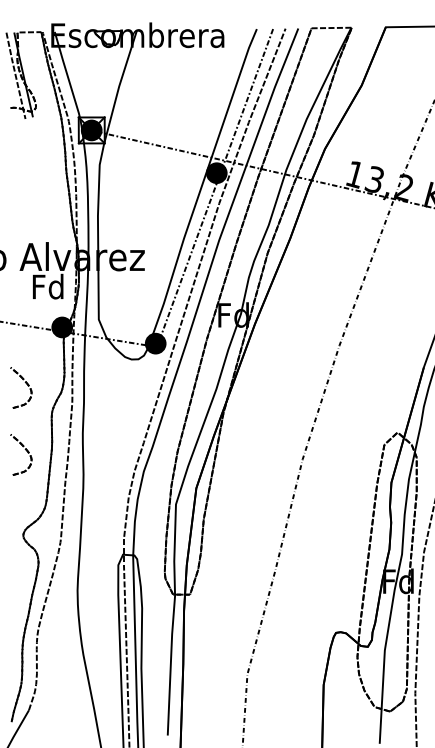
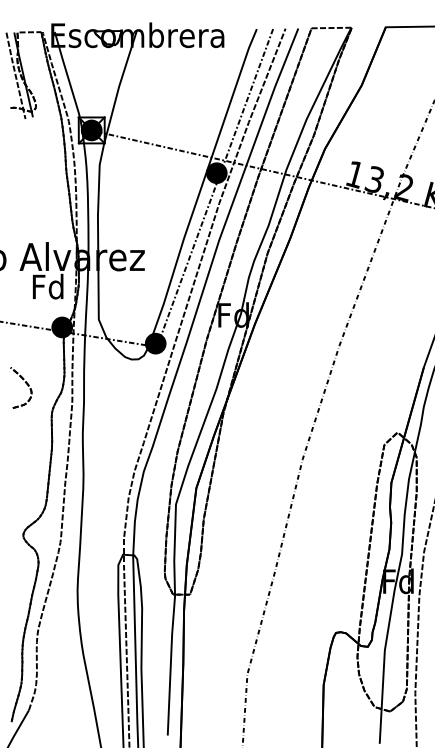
part at (21, 454): present -> none
